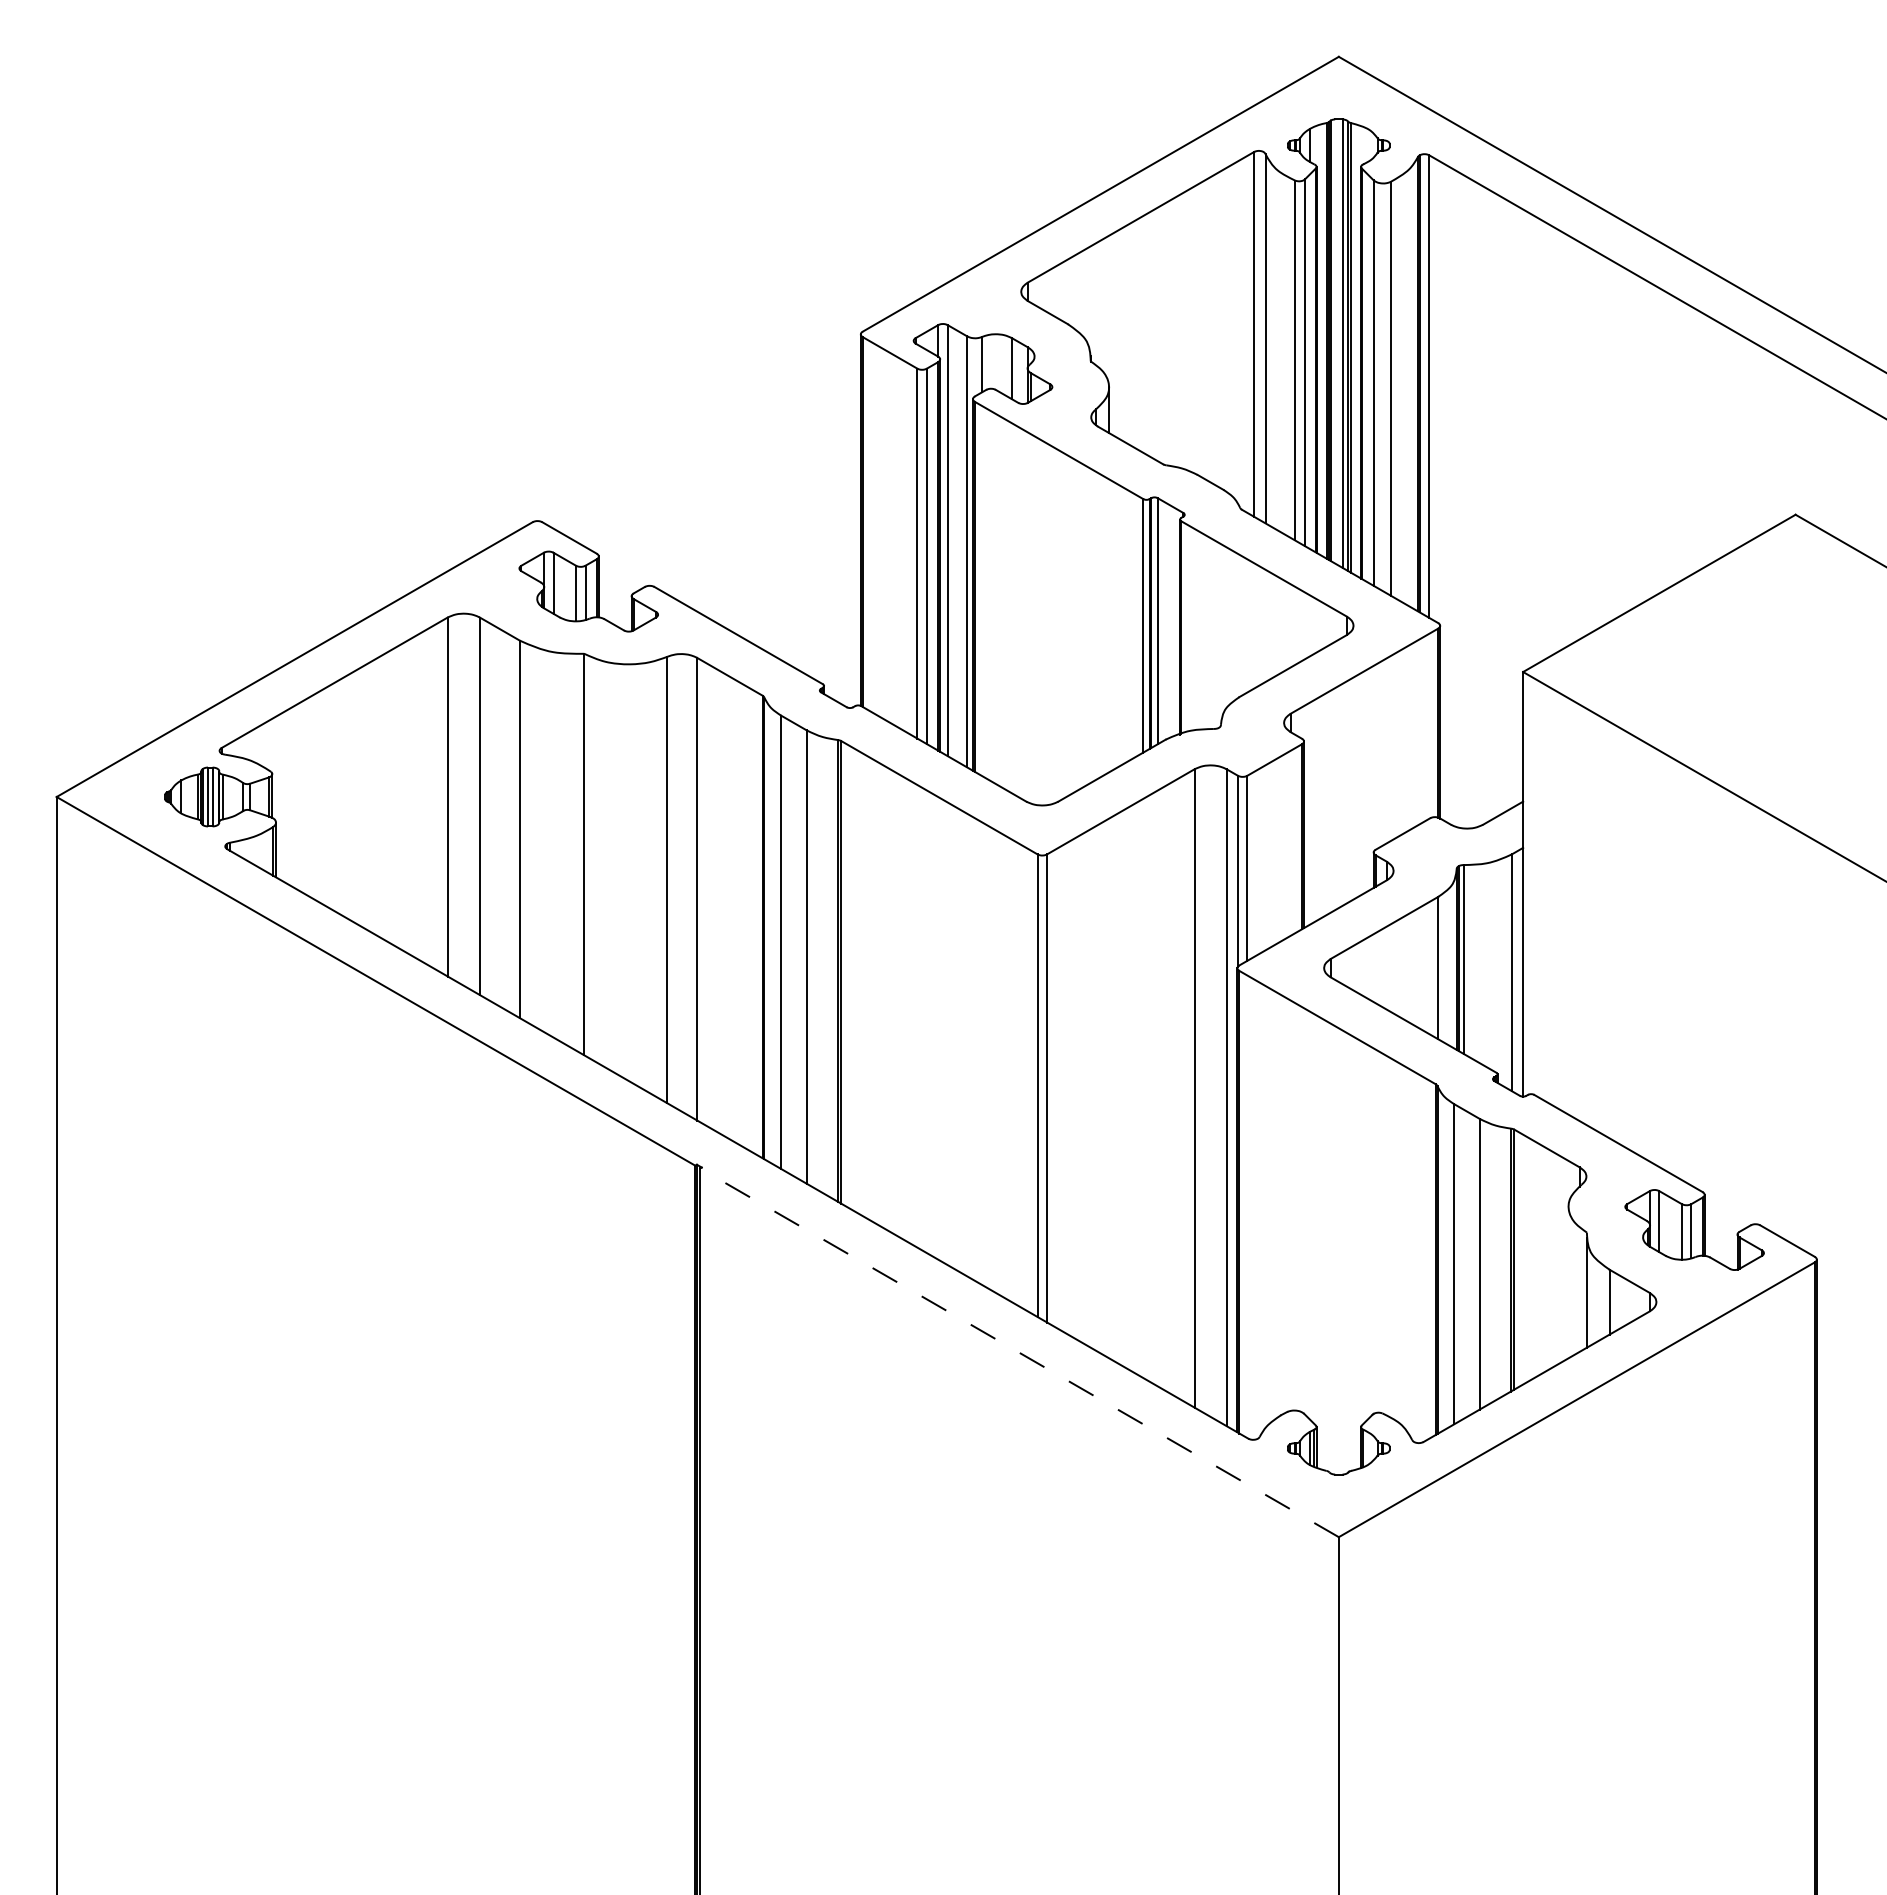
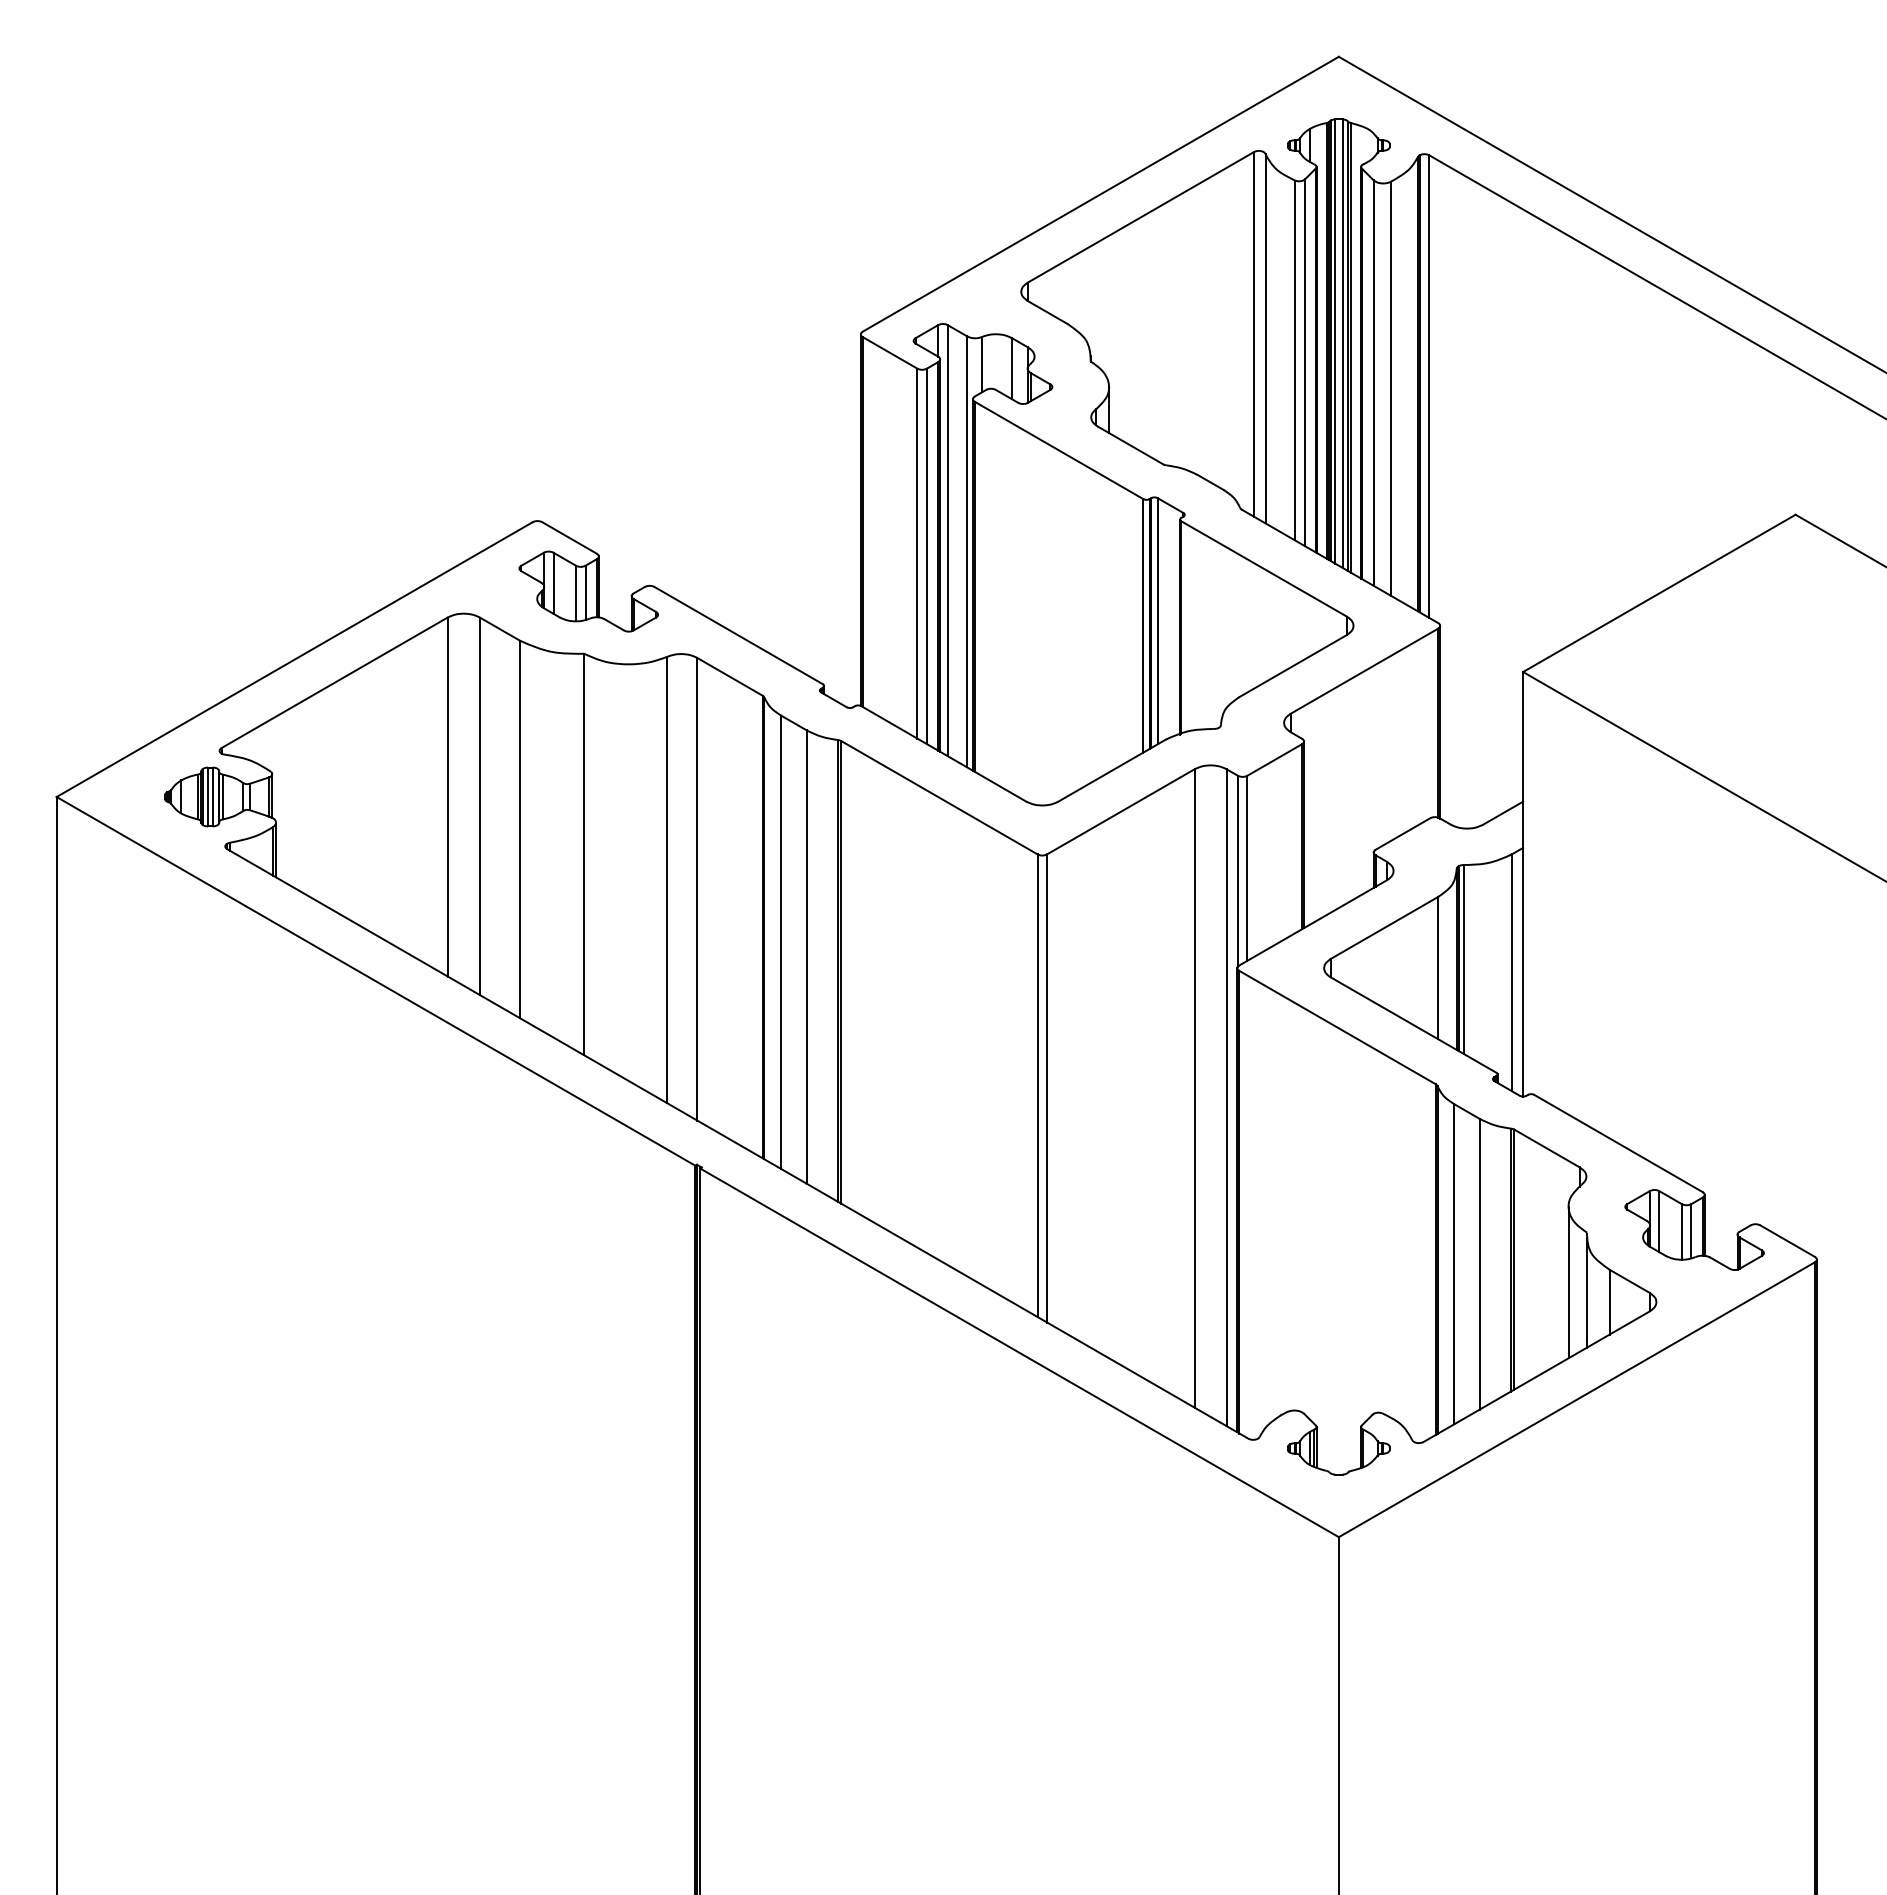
line at (1335, 341): none -> present
line at (1568, 1282): none -> present
line at (1019, 1352): dashed -> solid
